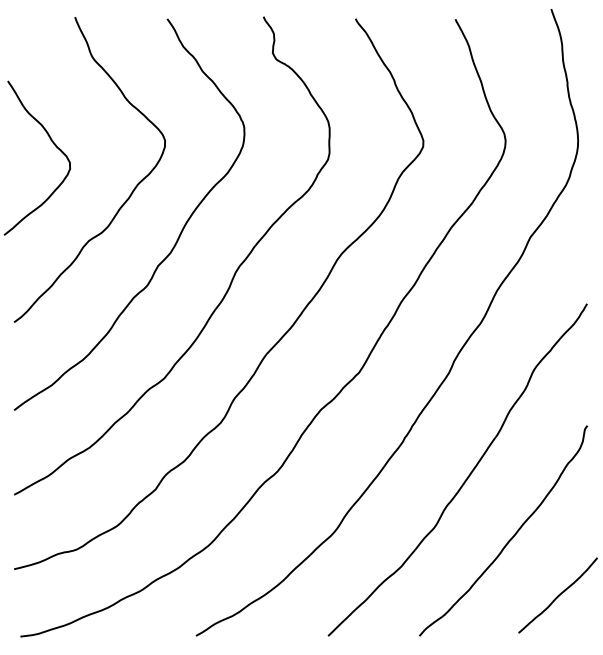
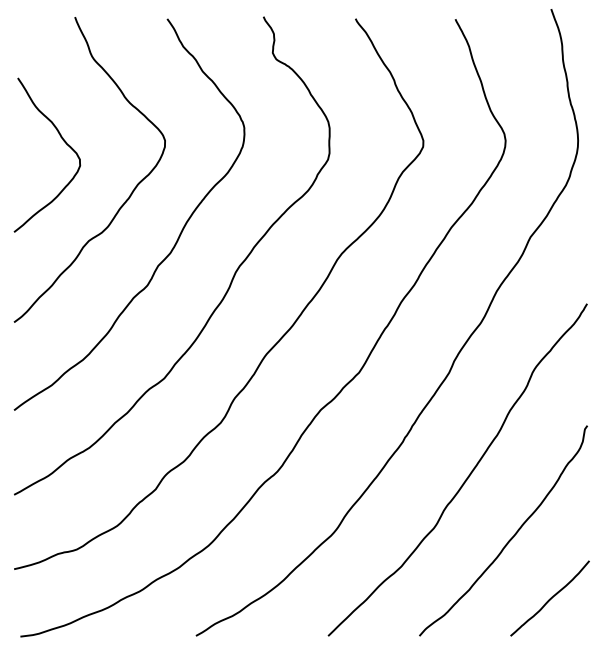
curve at (53, 144) position: (53, 144) -> (63, 141)
curve at (557, 595) position: (557, 595) -> (549, 598)
